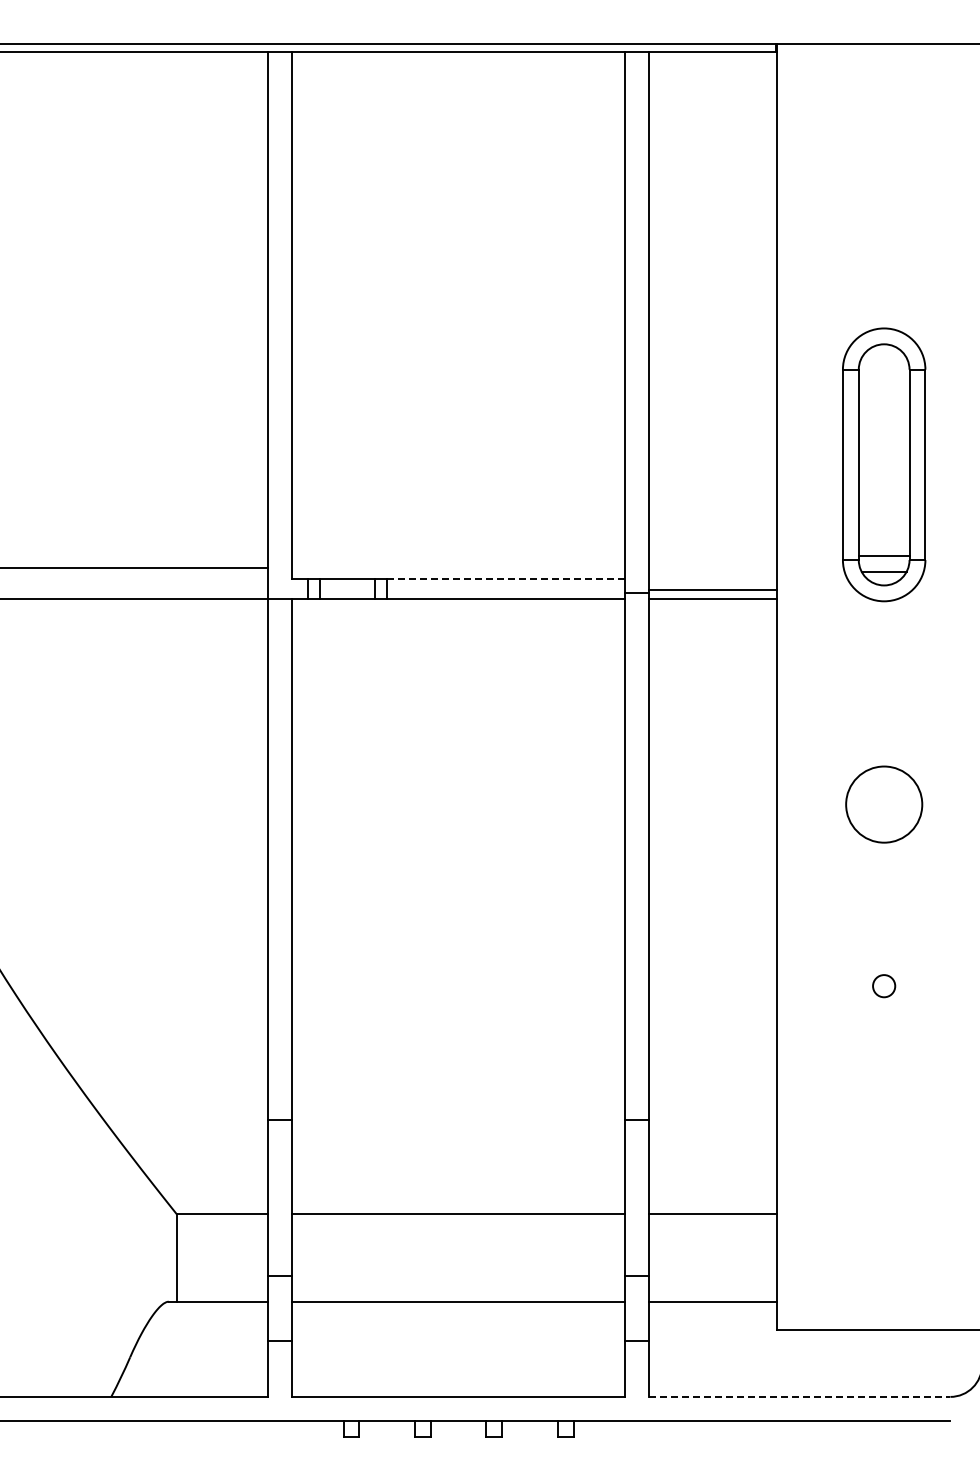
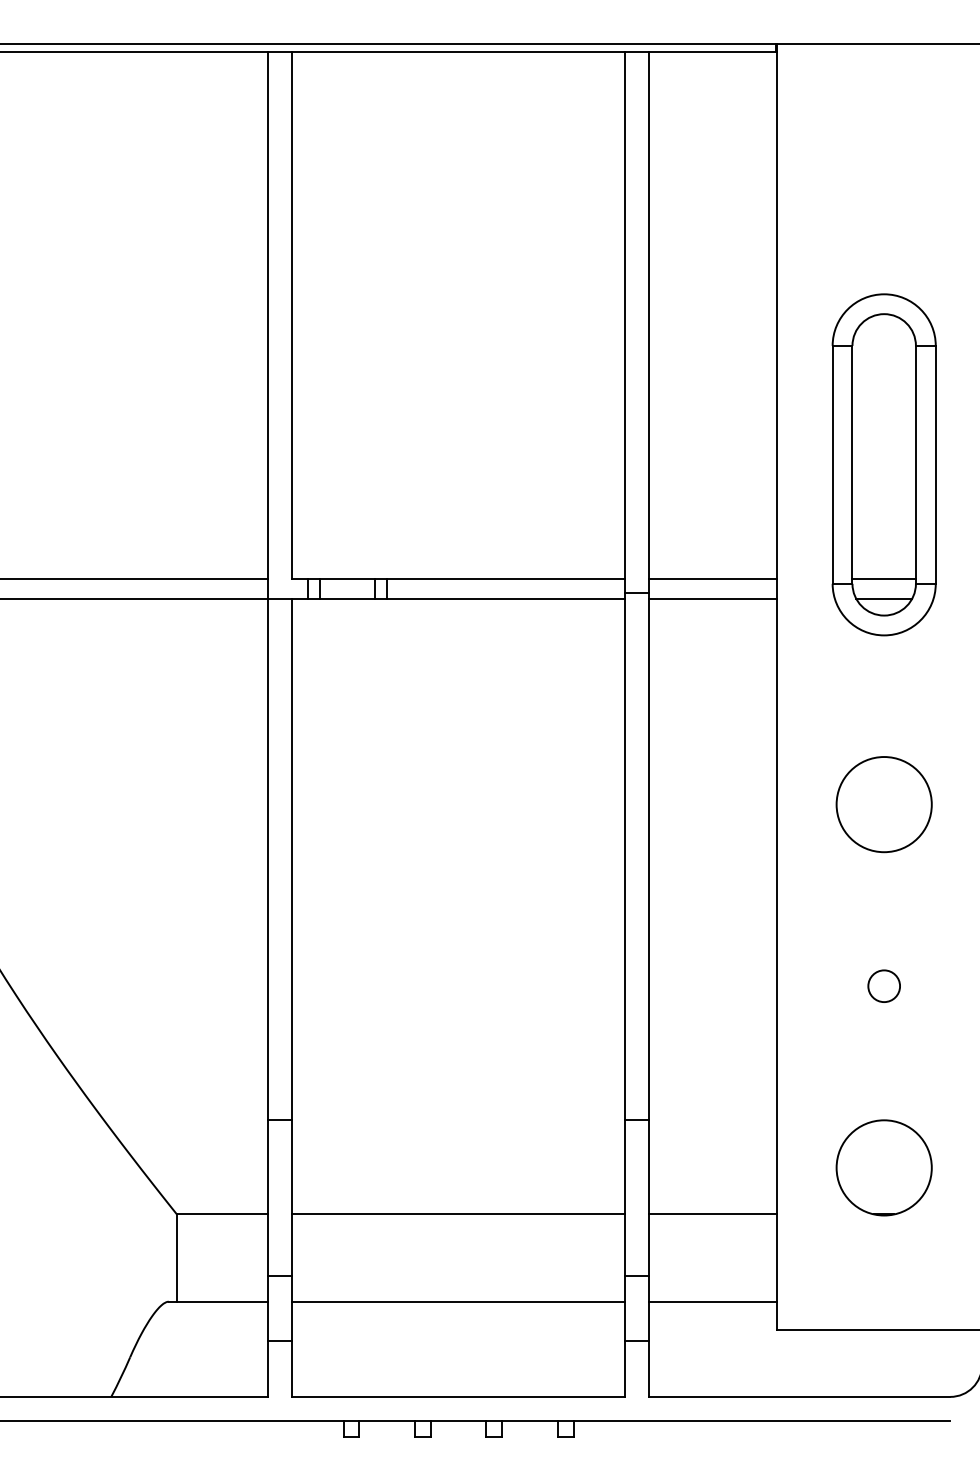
part at (884, 464) size: 85x276 px -> 106x344 px
line at (135, 567) position: (135, 567) -> (135, 578)
line at (506, 578): dashed -> solid
line at (712, 589) position: (712, 589) -> (712, 578)
circle at (884, 804) diameter: 76 px -> 95 px
circle at (884, 986) size: 25x25 px -> 34x34 px
circle at (883, 1167): none -> present
line at (799, 1396): dashed -> solid
